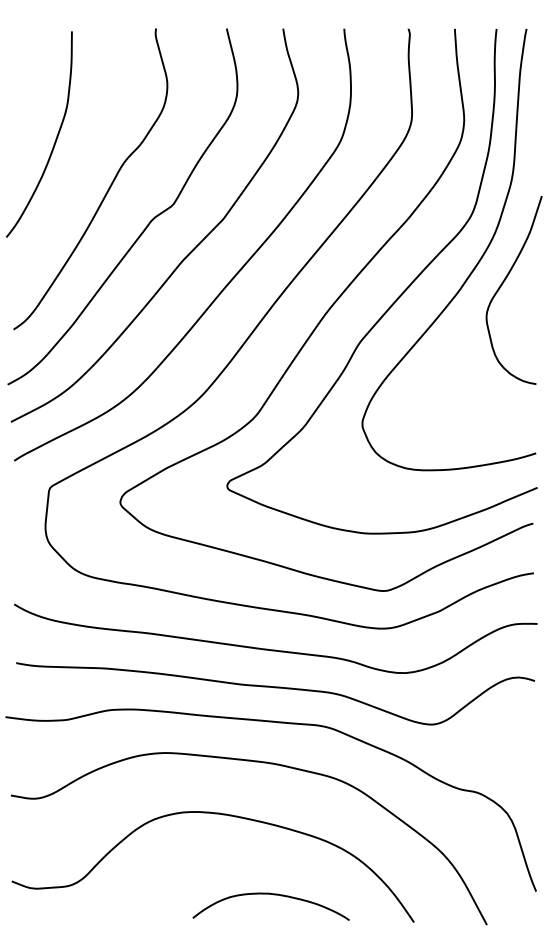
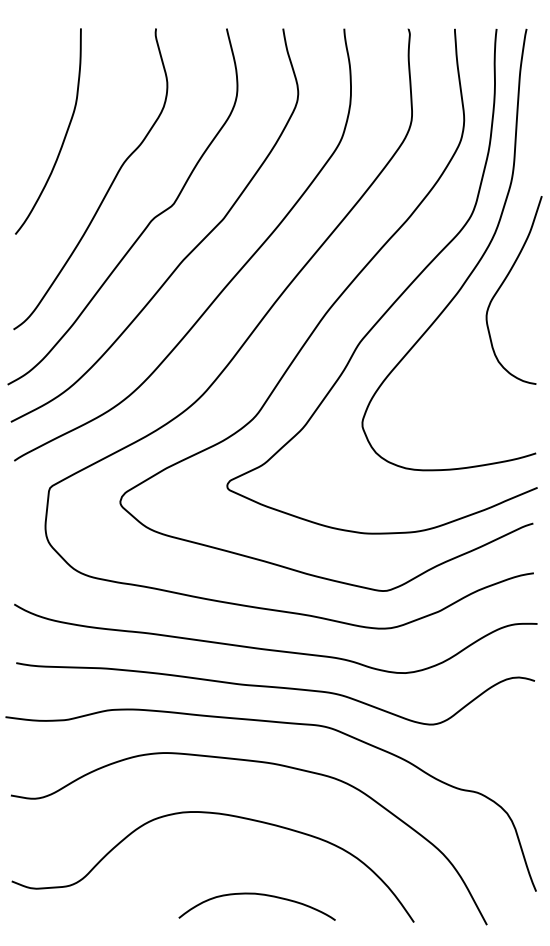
curve at (55, 138) position: (55, 138) -> (64, 135)
curve at (273, 895) position: (273, 895) -> (259, 895)
